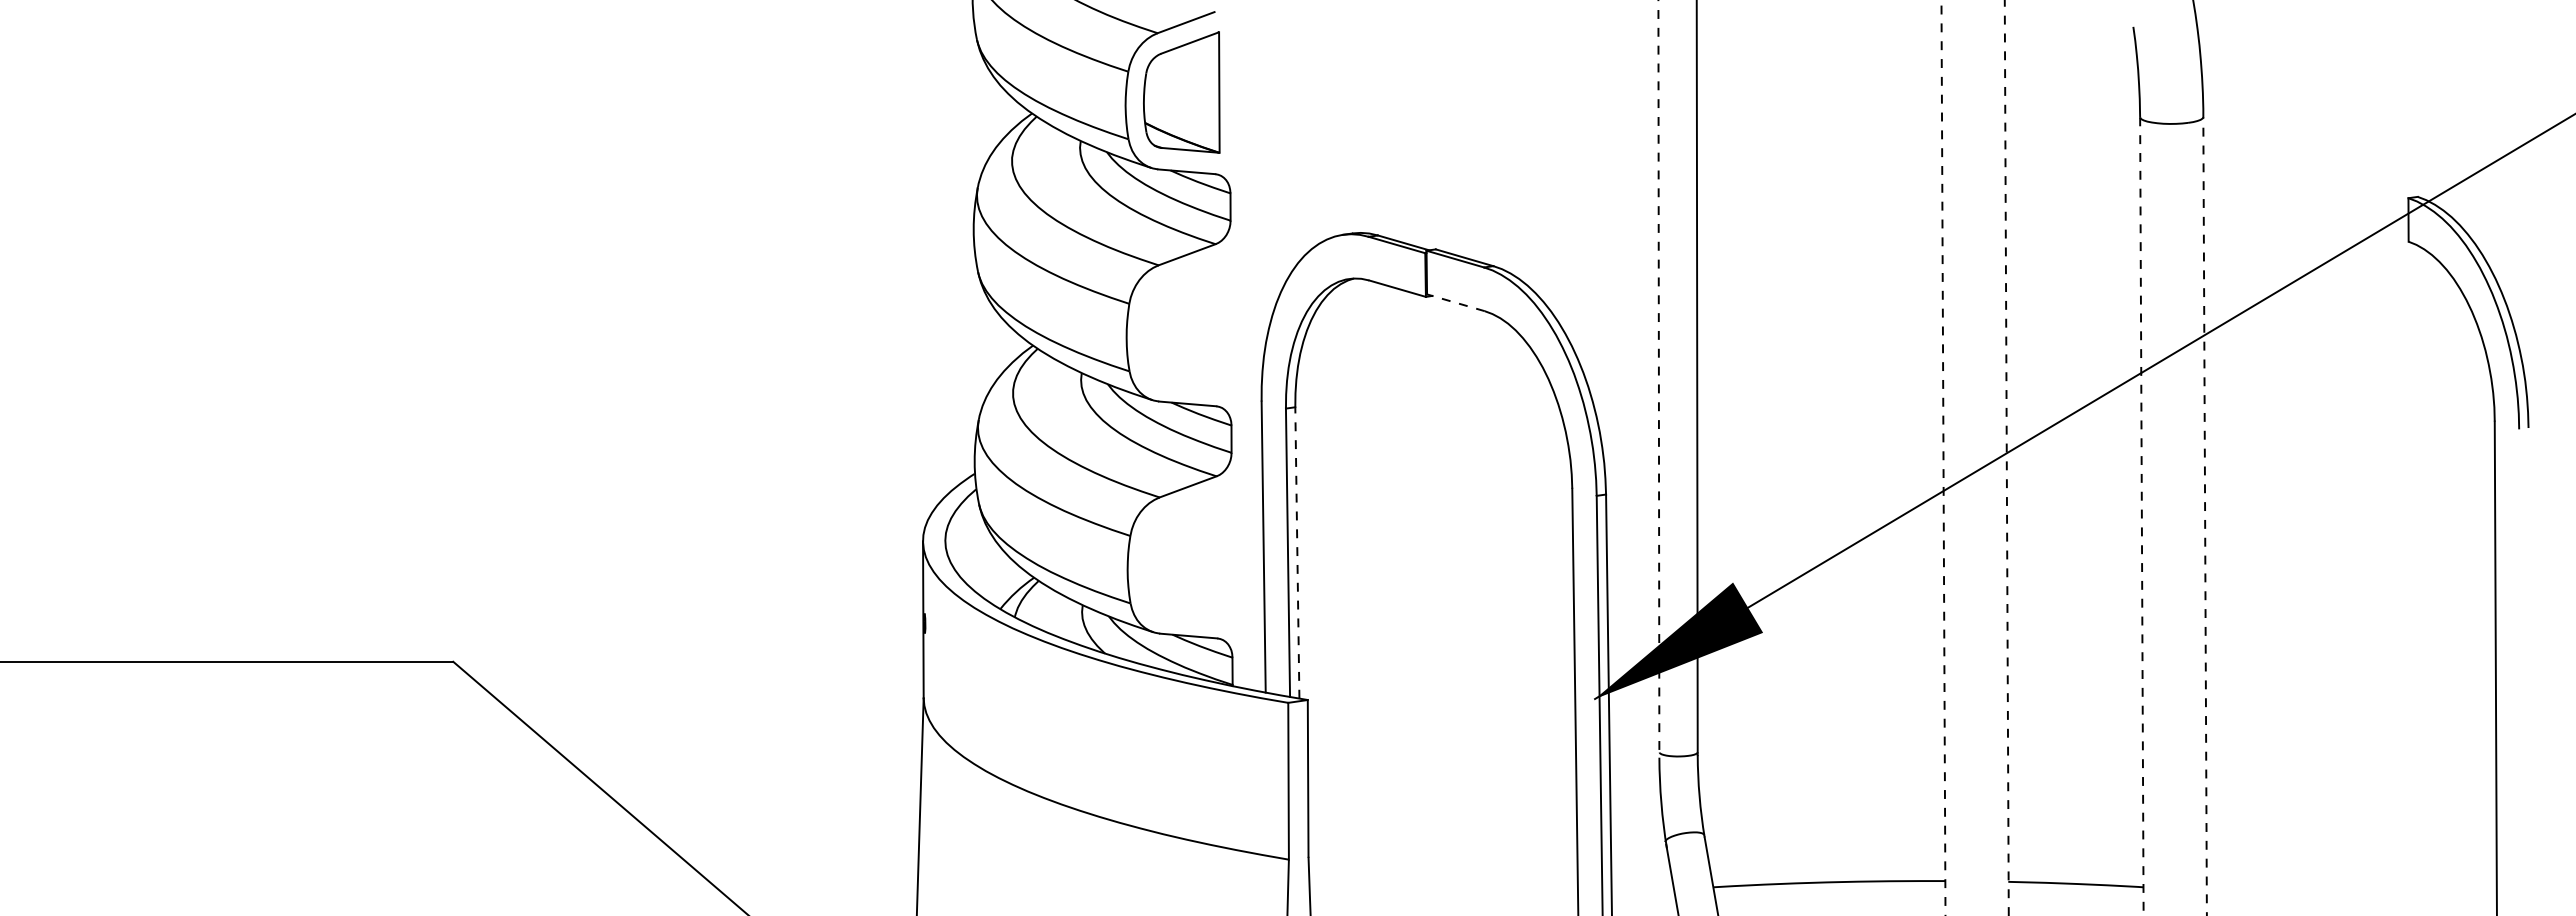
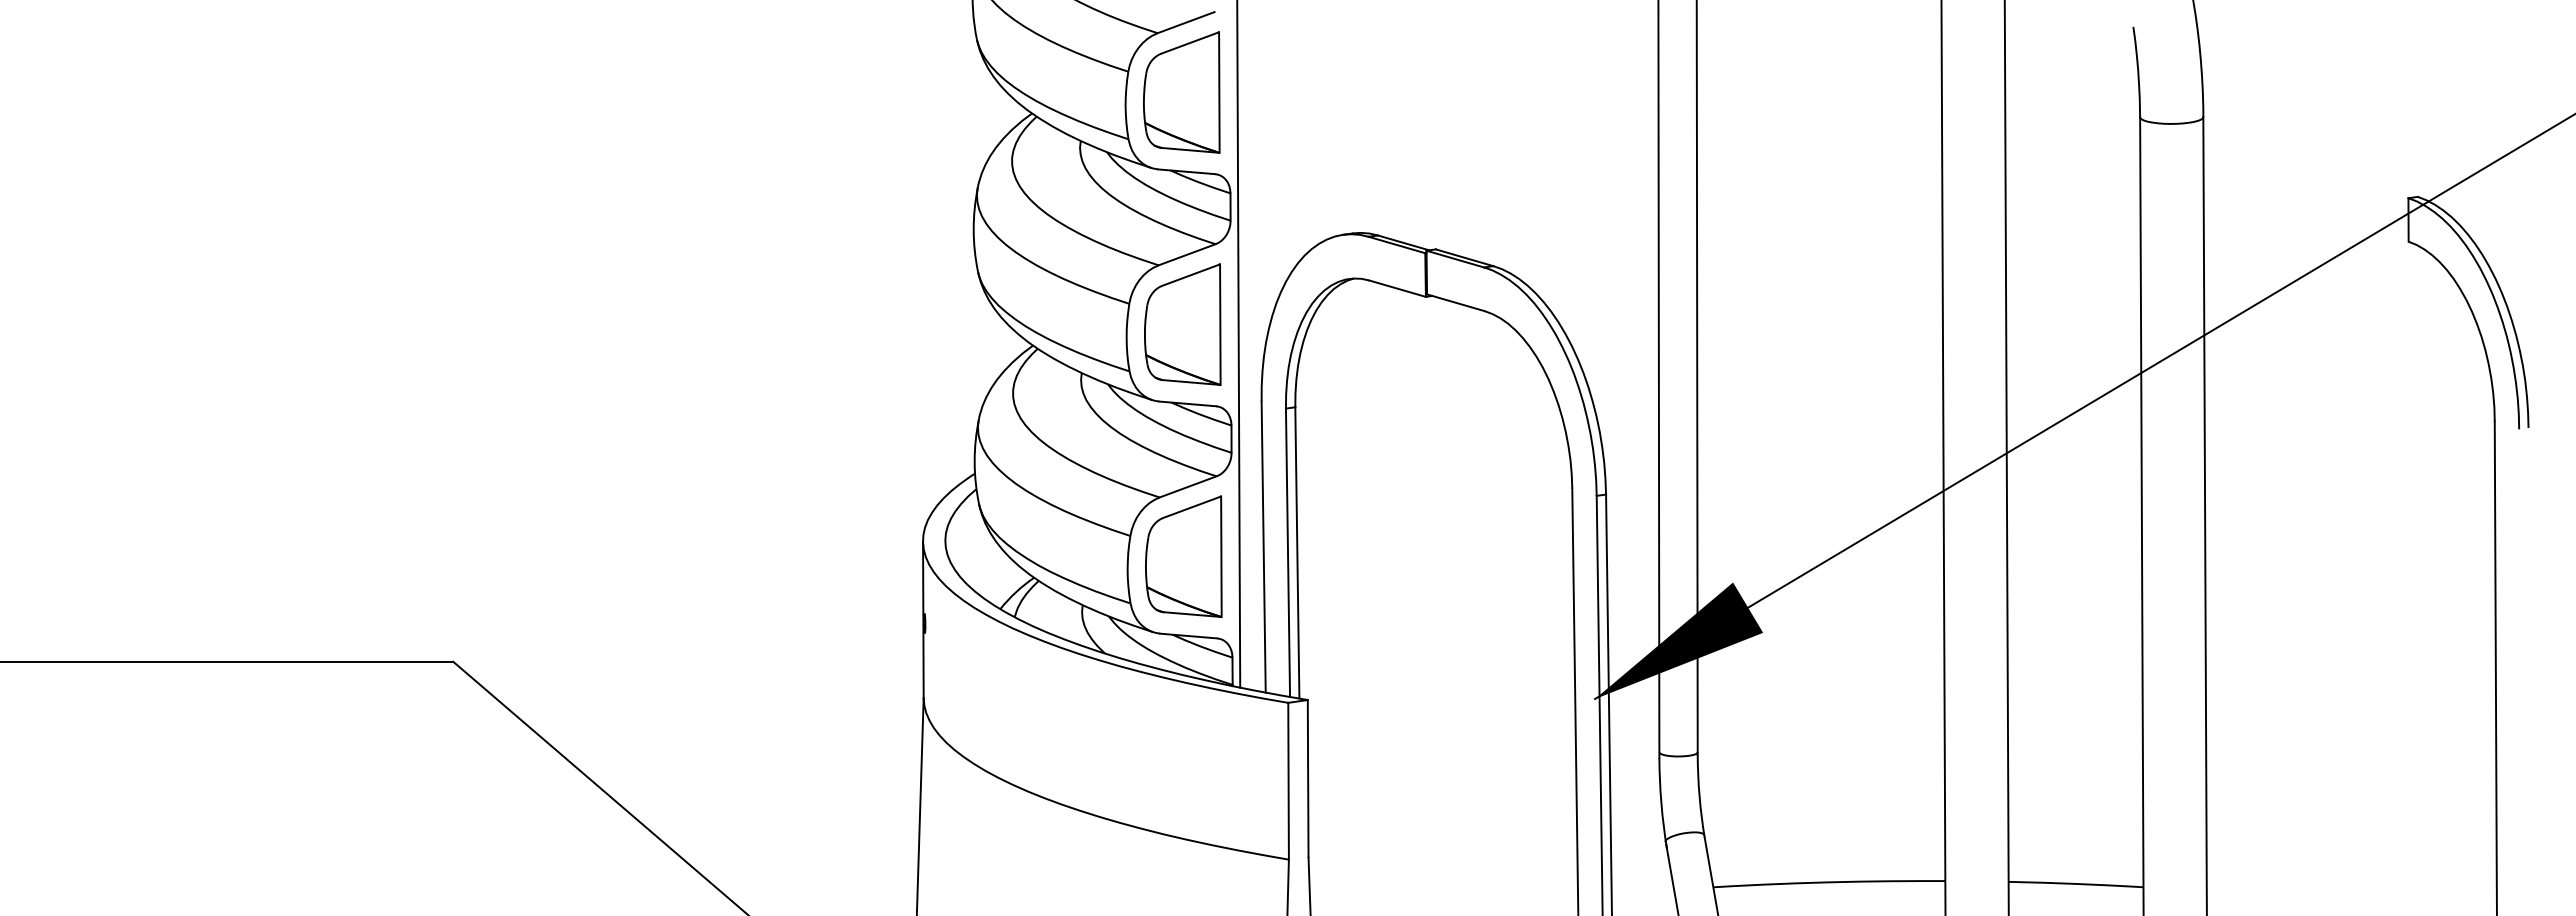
line at (1455, 302): dashed -> solid
part at (1182, 324): none -> present
line at (1238, 344): none -> present
line at (1658, 379): dashed -> solid
line at (1943, 458): dashed -> solid
line at (2006, 458): dashed -> solid
line at (2205, 515): dashed -> solid
line at (2141, 516): dashed -> solid
line at (1297, 552): dashed -> solid
part at (1183, 556): none -> present
